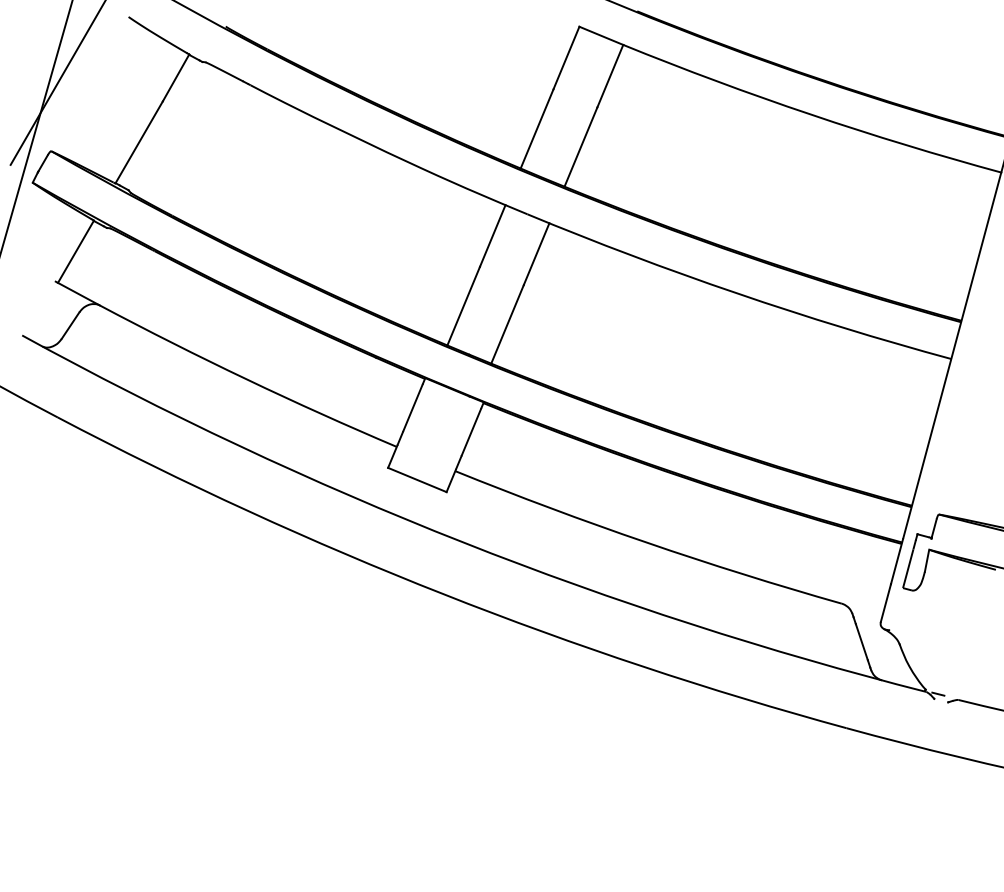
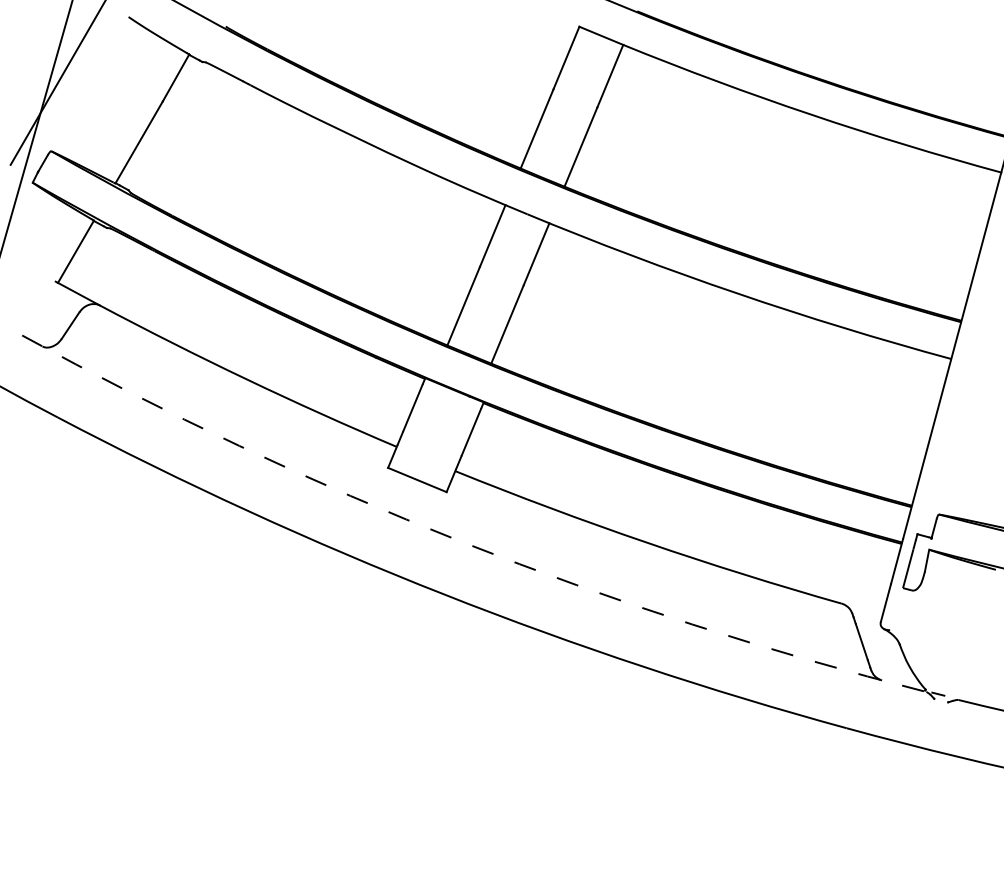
arc at (462, 542): solid -> dashed
